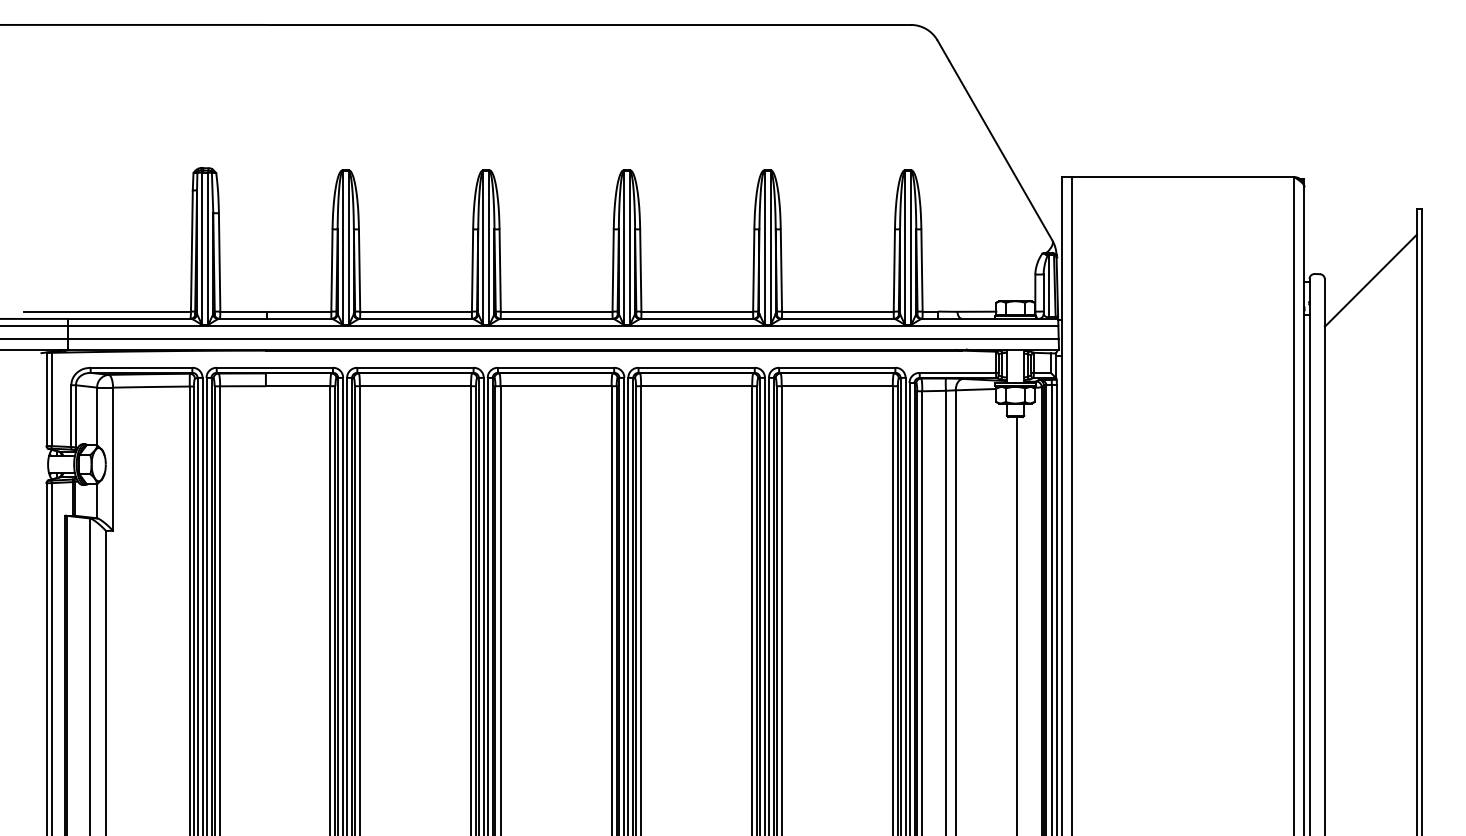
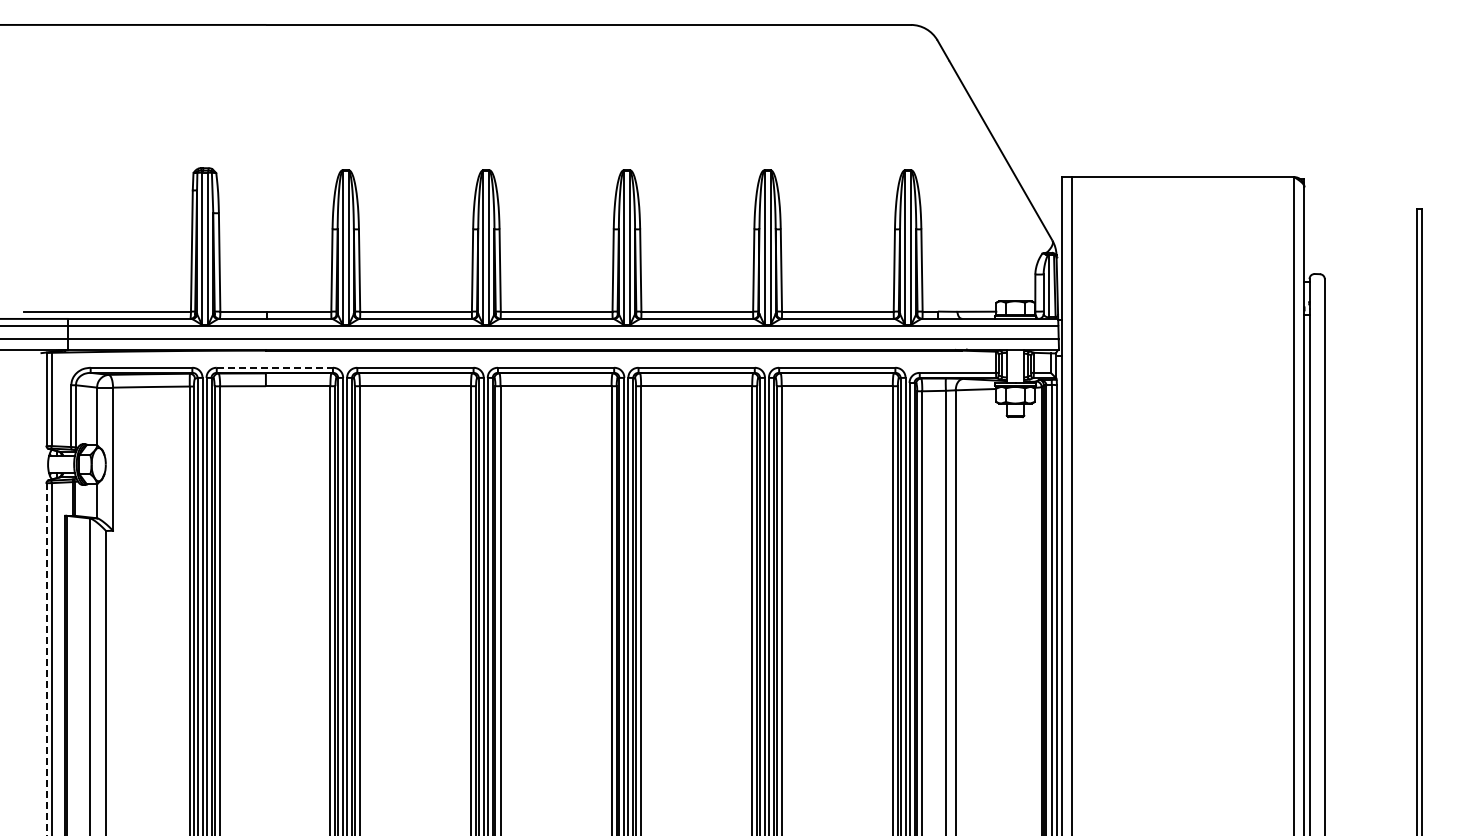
line at (1370, 280): present -> none
line at (275, 367): solid -> dashed
line at (1016, 624): present -> none
line at (46, 659): solid -> dashed
